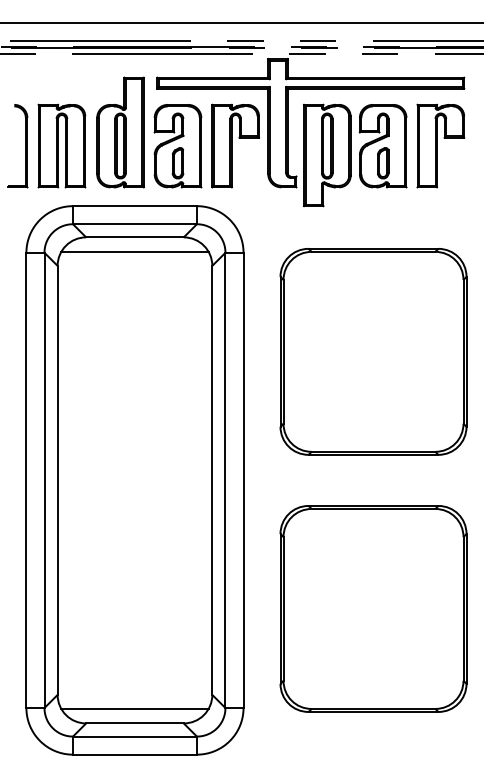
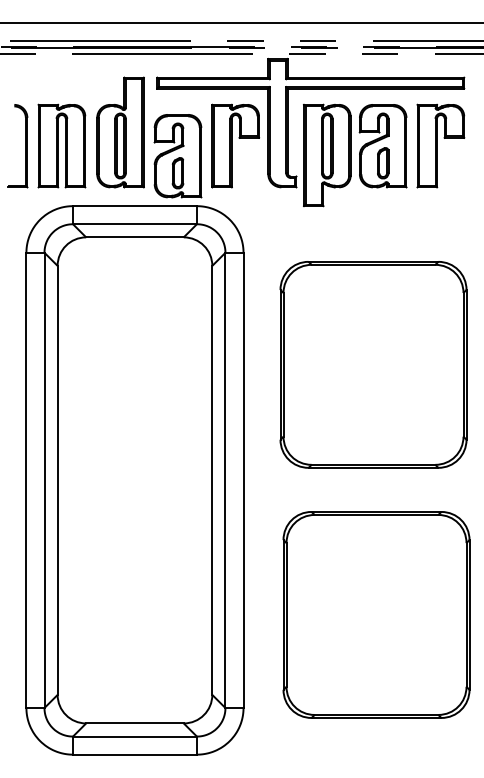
part at (177, 146) position: (177, 146) -> (177, 156)
line at (134, 251): present -> none
part at (373, 351) position: (373, 351) -> (373, 364)
part at (373, 608) position: (373, 608) -> (376, 614)
line at (134, 708): present -> none
